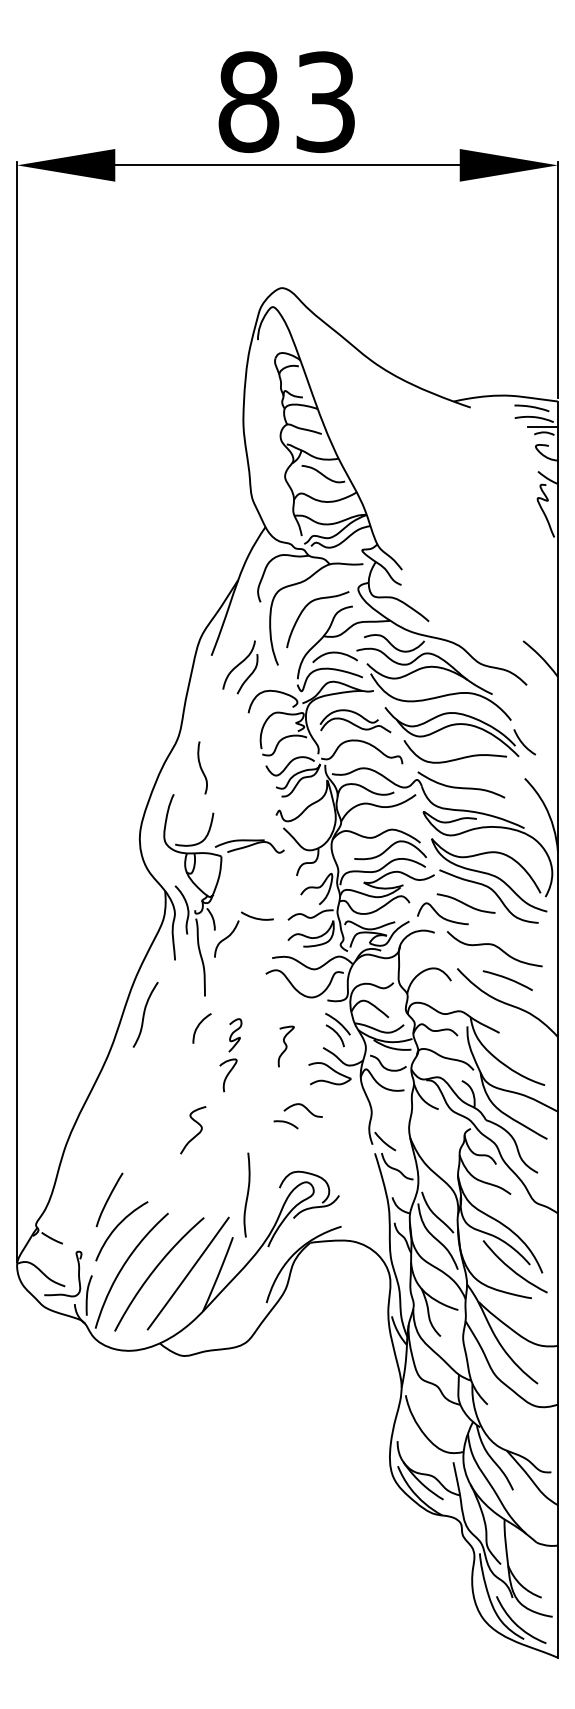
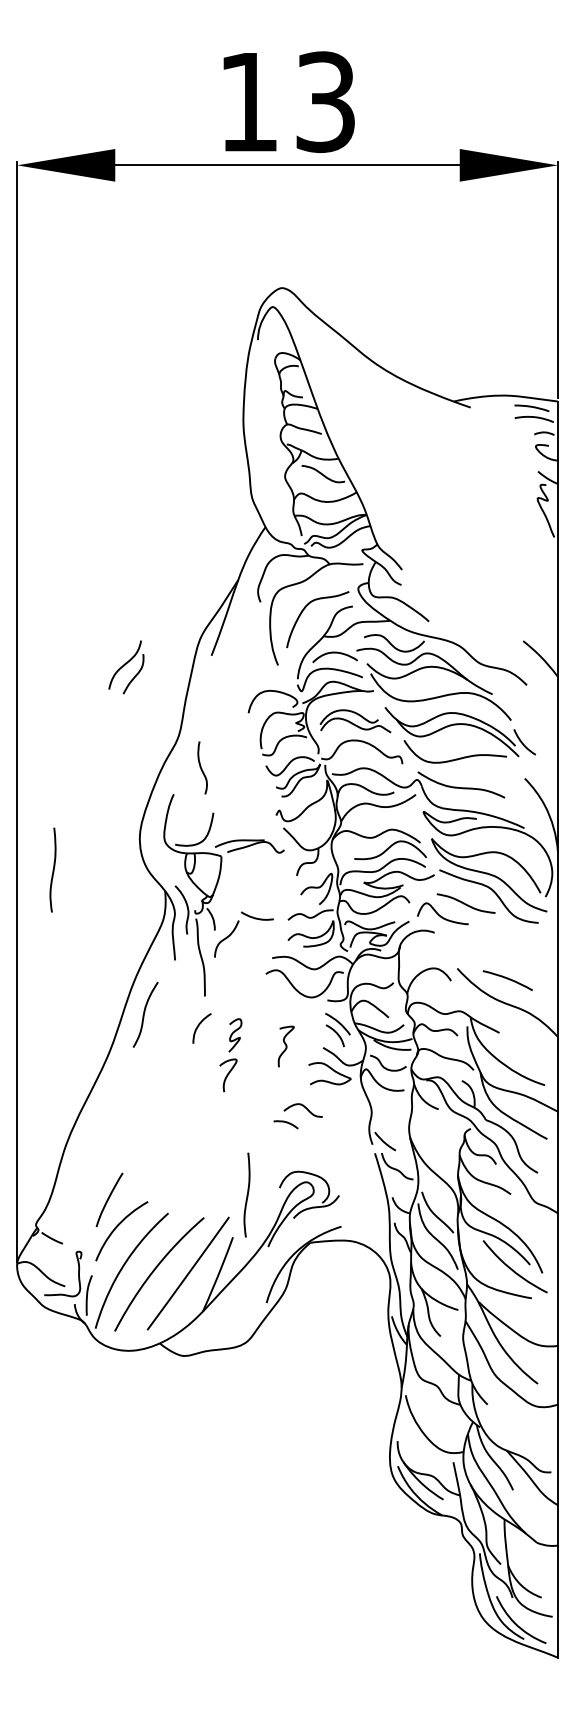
text at (248, 101): 83 -> 13
line at (542, 427): present -> none
part at (240, 667) position: (240, 667) -> (126, 667)
curve at (52, 869): none -> present
curve at (496, 947): present -> none
curve at (197, 1133): present -> none
